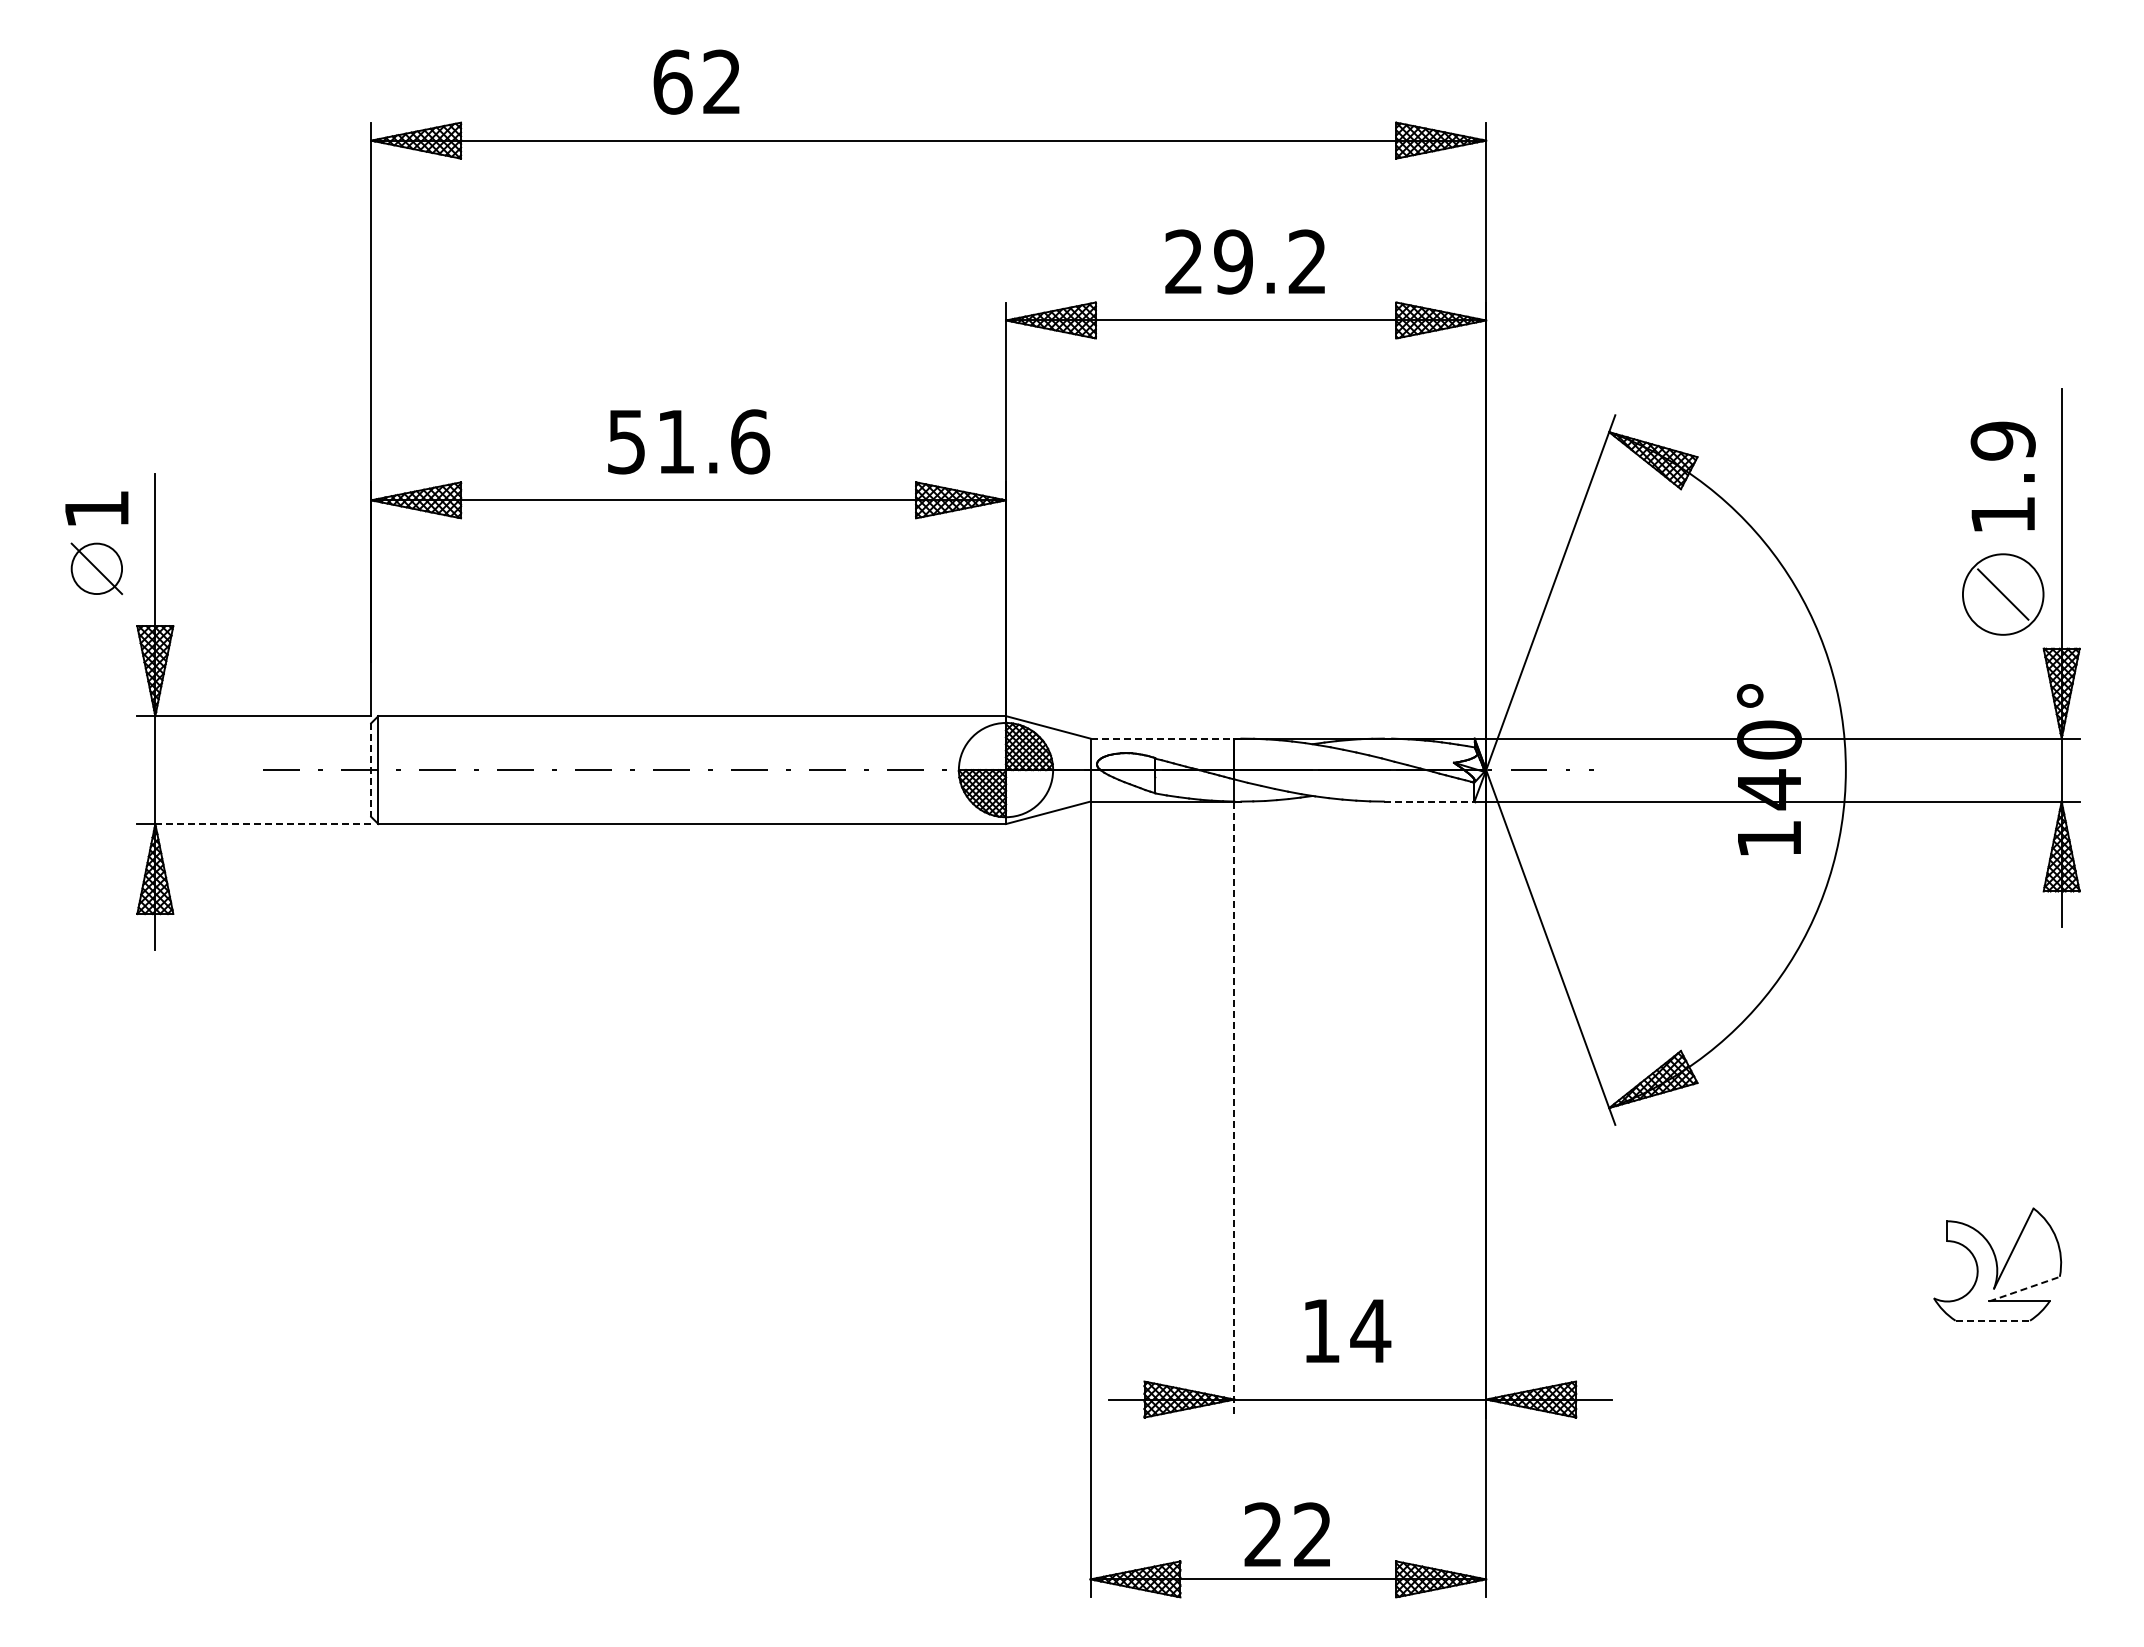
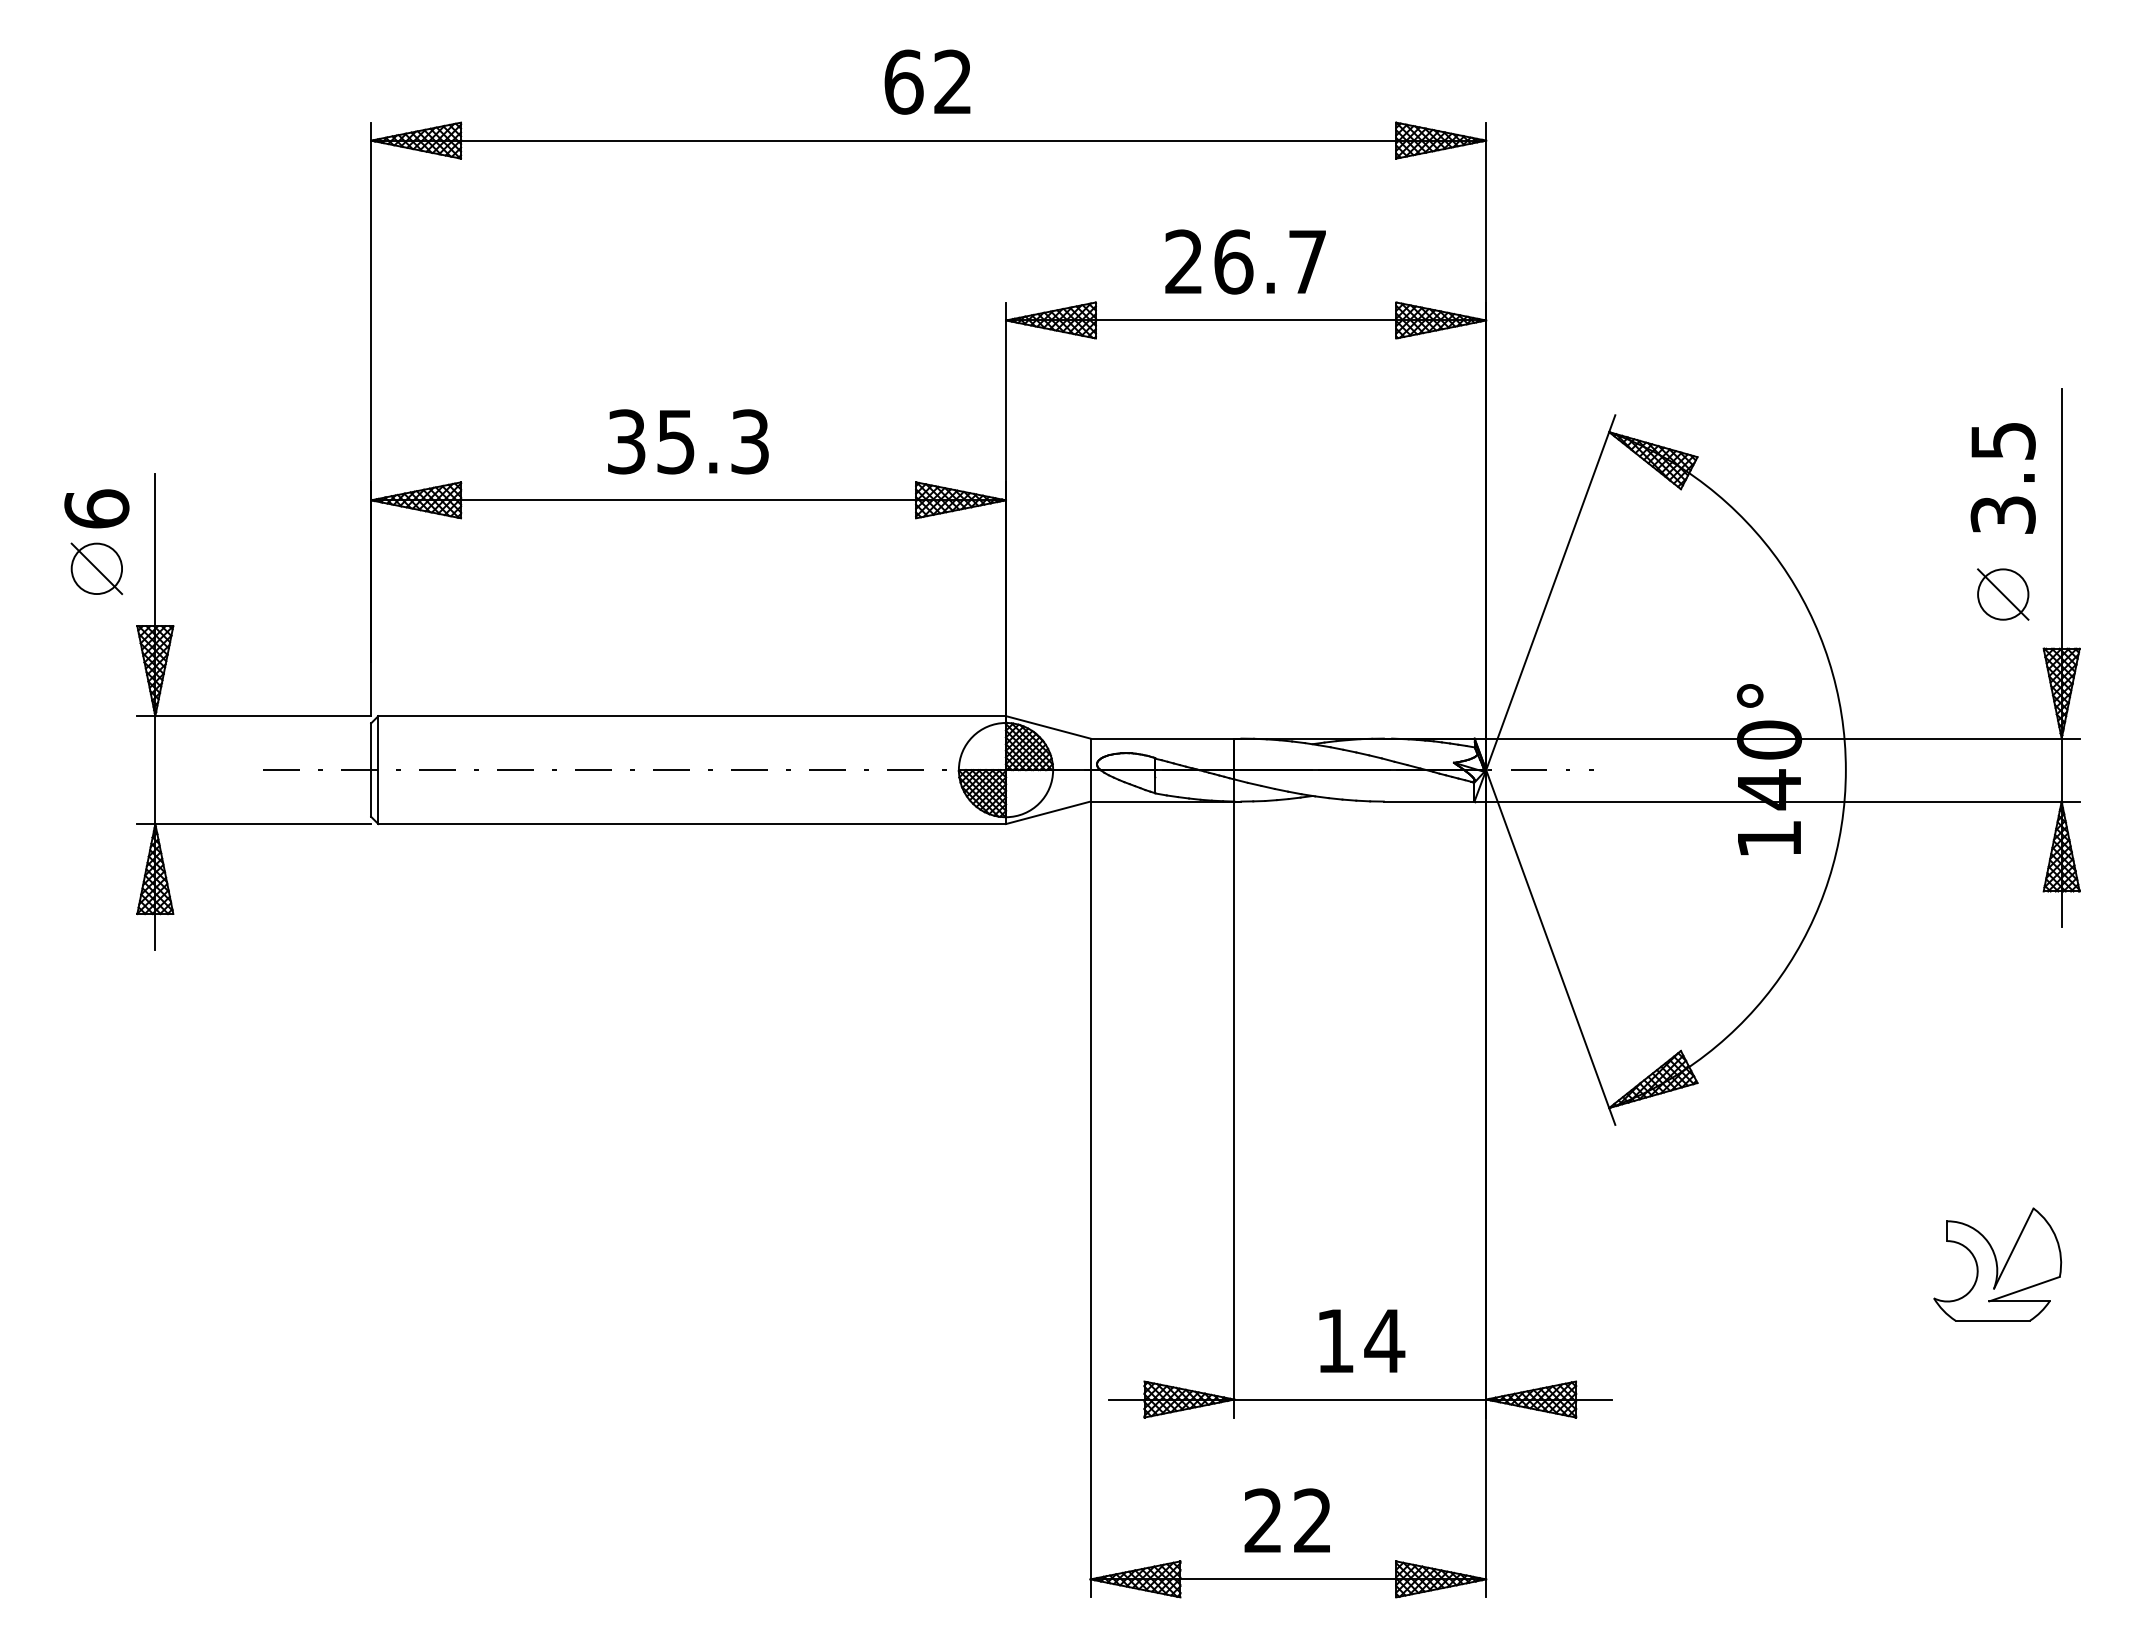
text at (696, 81) position: (696, 81) -> (927, 81)
text at (1269, 261): 29.2 -> 26.7
text at (689, 441): 51.6 -> 35.3
text at (2002, 477): 1.9 -> 3.5
text at (96, 508): 1 -> 6
circle at (2002, 594) diameter: 81 px -> 50 px
line at (1162, 738): dashed -> solid
line at (371, 770): dashed -> solid
line at (1429, 801): dashed -> solid
line at (263, 824): dashed -> solid
line at (1234, 1109): dashed -> solid
line at (2025, 1288): dashed -> solid
line at (1993, 1320): dashed -> solid
text at (1348, 1330) position: (1348, 1330) -> (1362, 1340)
text at (1286, 1534) position: (1286, 1534) -> (1286, 1520)
